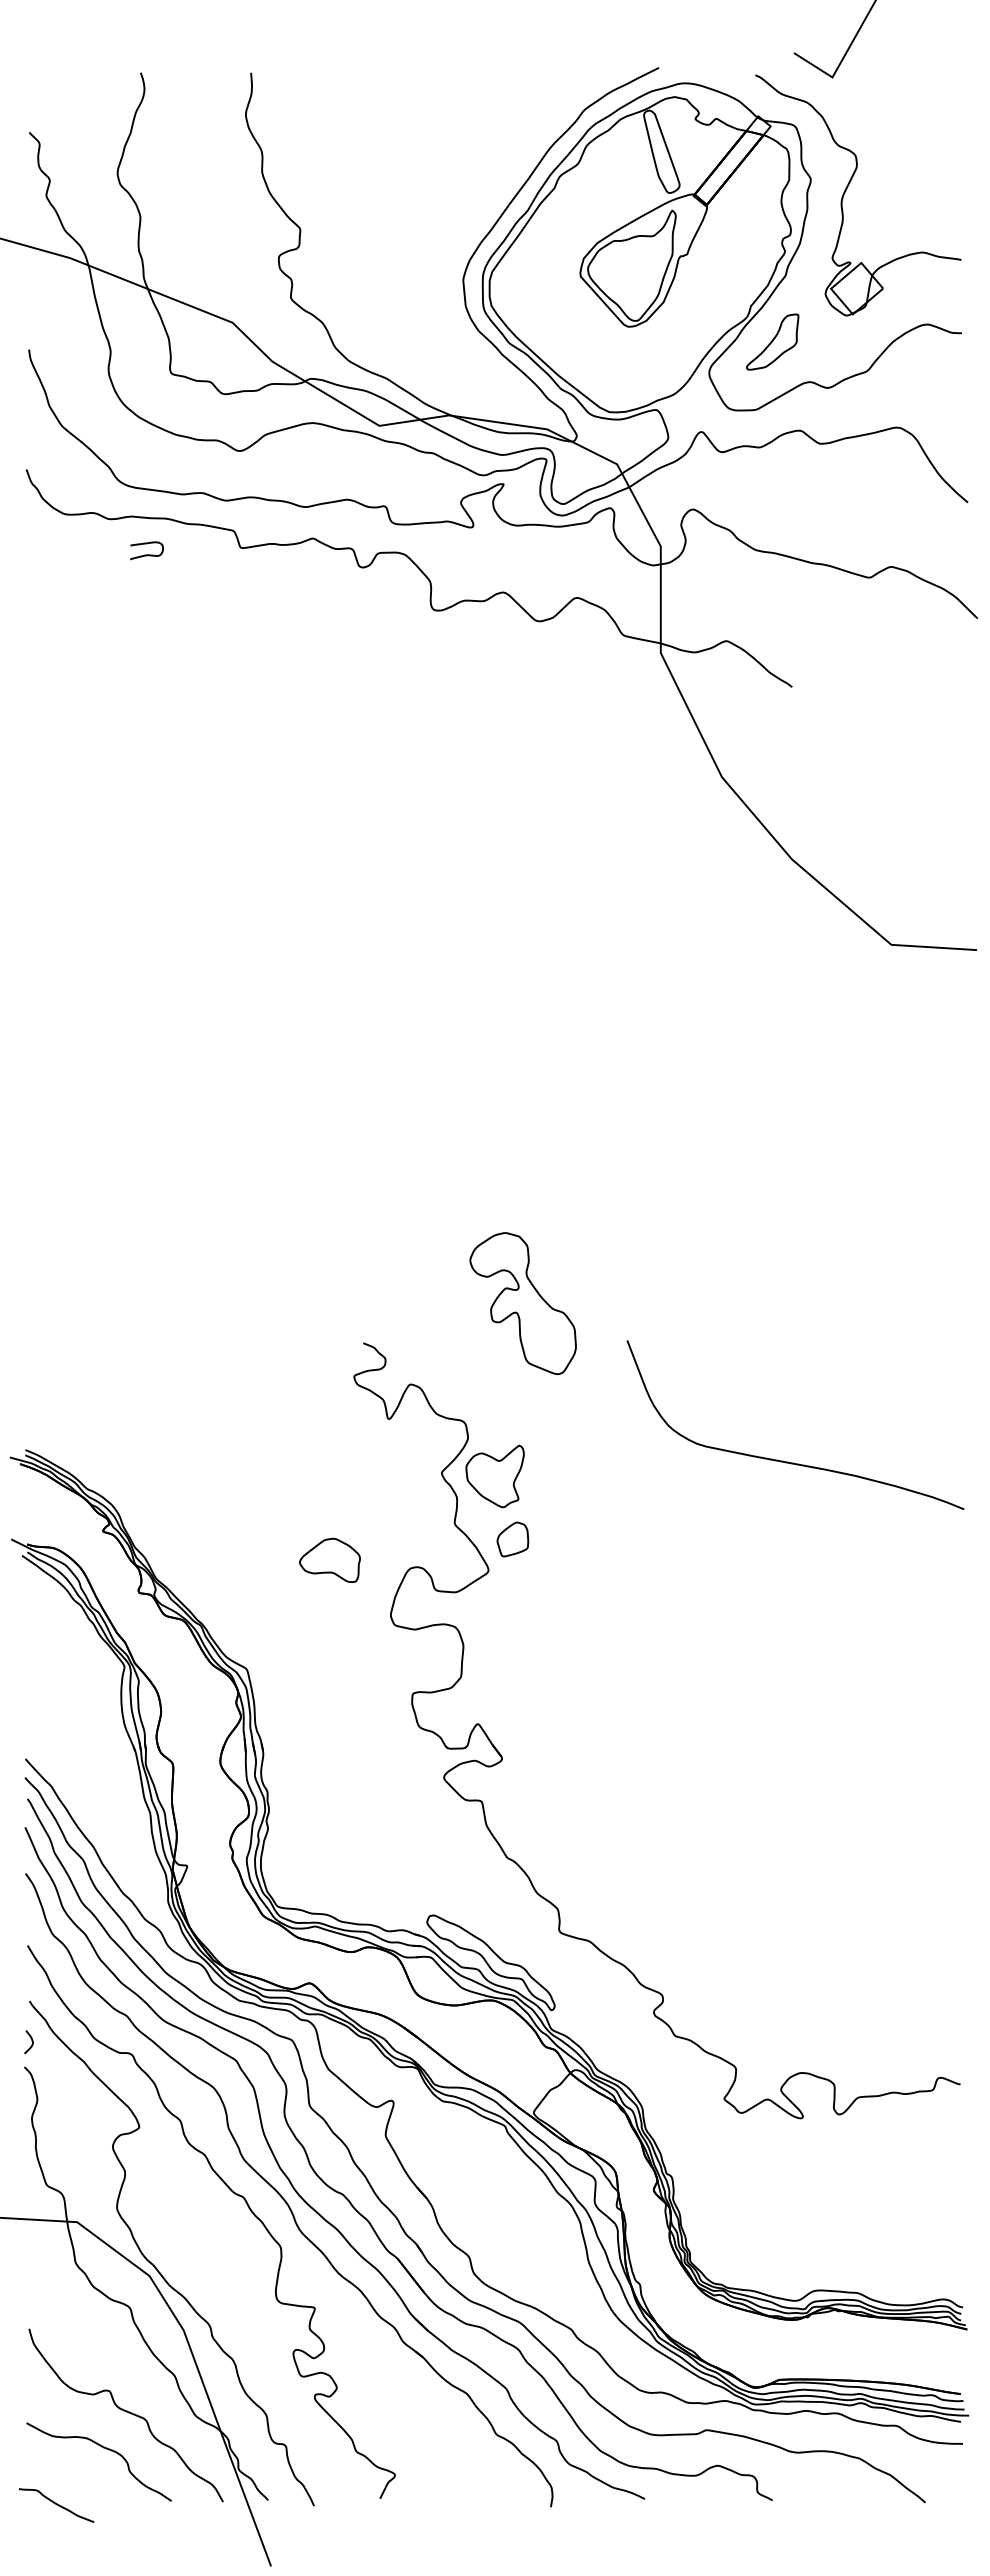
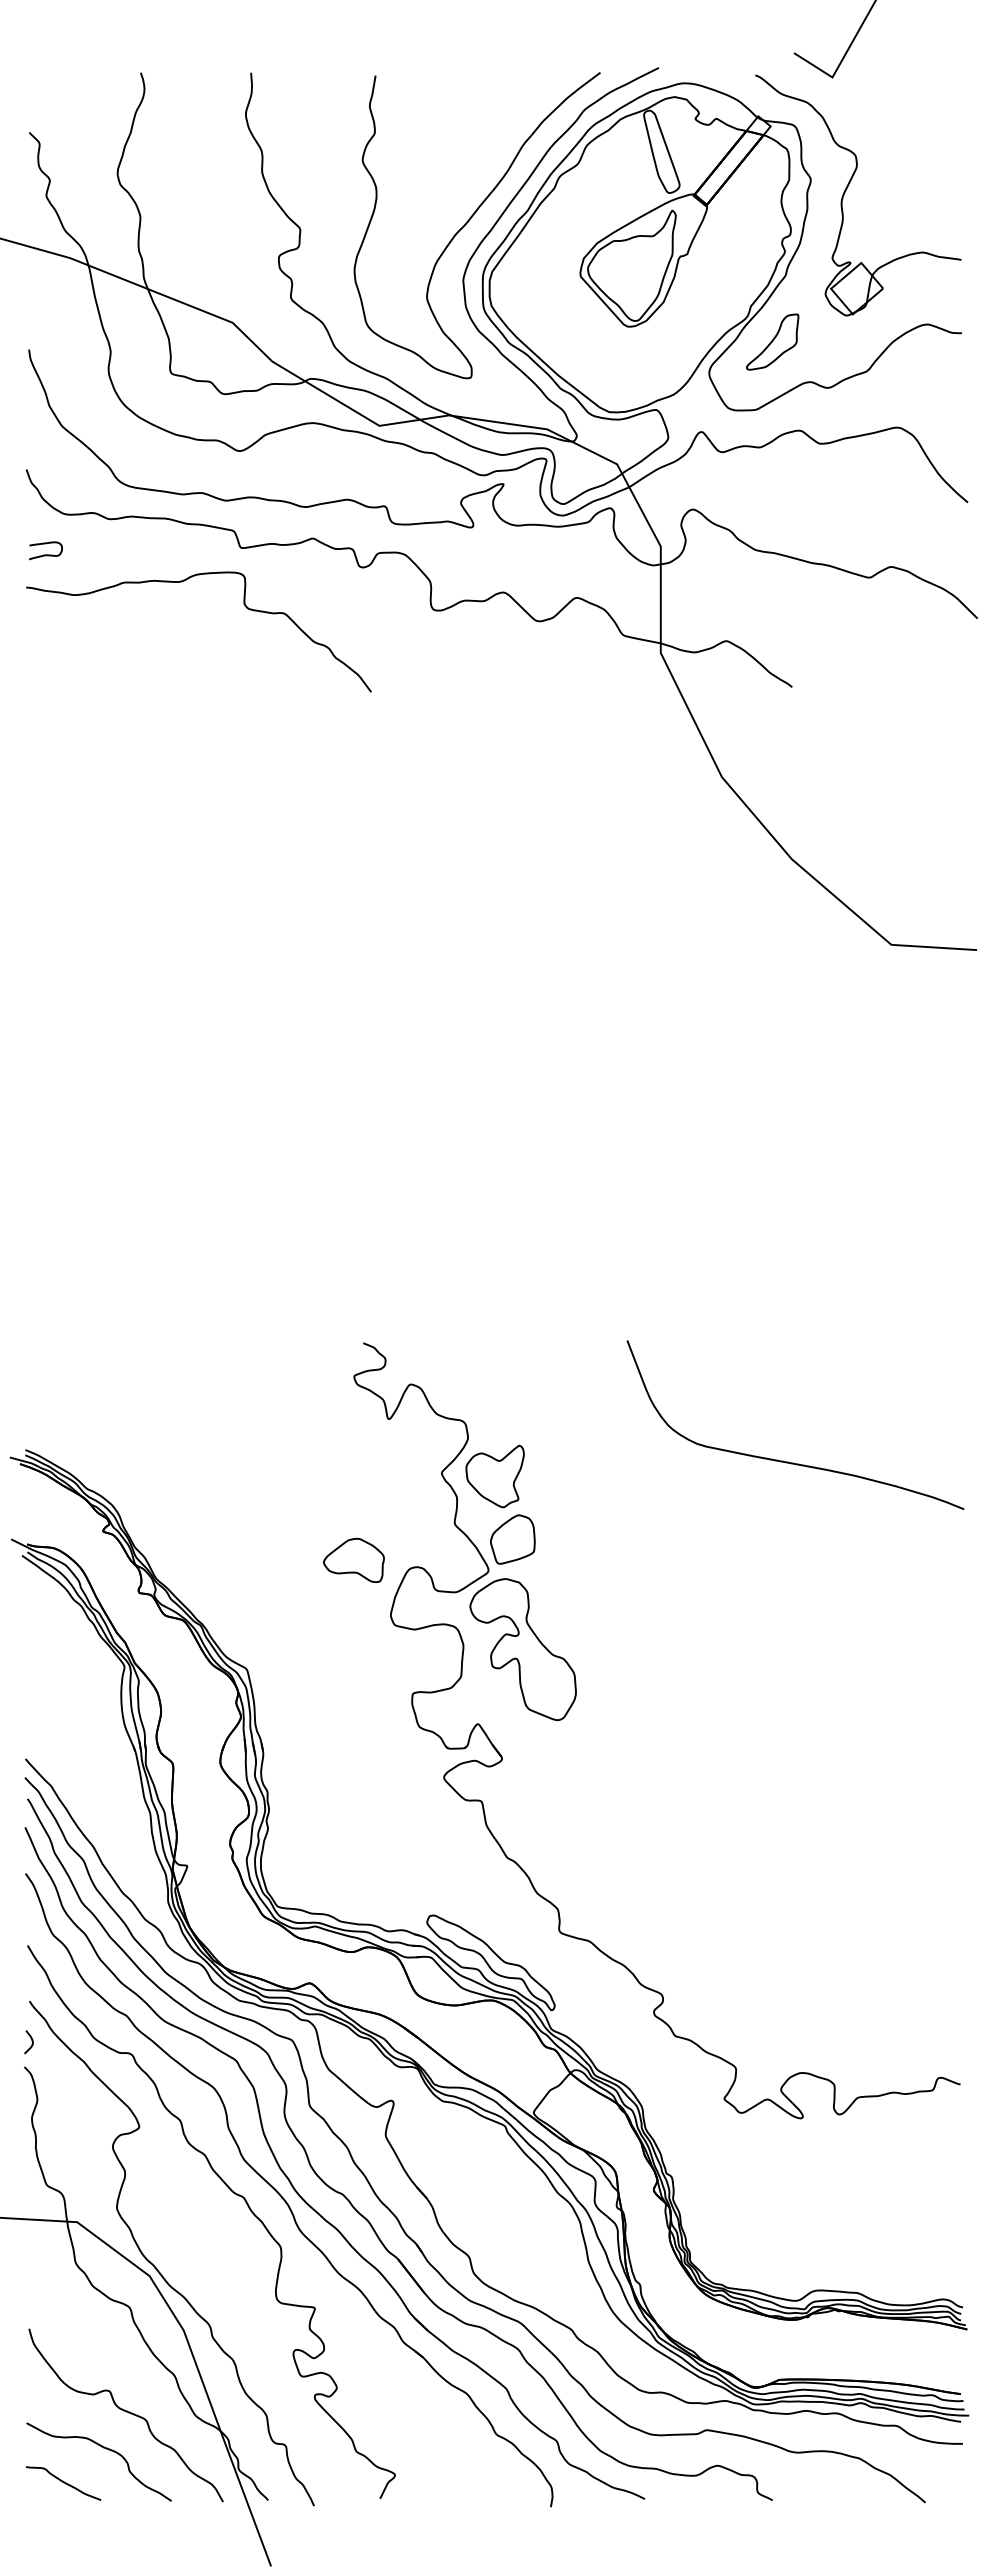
curve at (469, 221): none -> present
curve at (146, 554) position: (146, 554) -> (45, 554)
curve at (181, 582): none -> present
part at (522, 1303) position: (522, 1303) -> (522, 1649)
part at (512, 1539) size: 34x37 px -> 46x51 px
part at (329, 1559) position: (329, 1559) -> (353, 1559)
curve at (56, 2505) position: (56, 2505) -> (63, 2483)
